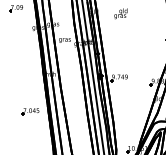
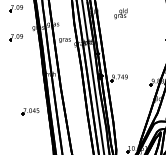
part at (15, 37): none -> present
